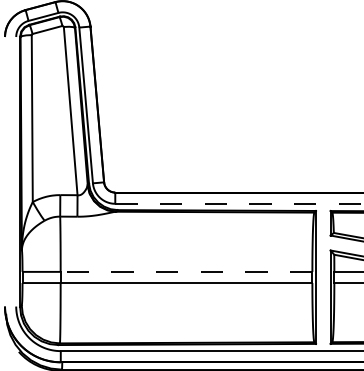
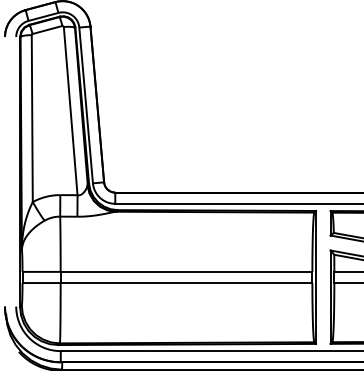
line at (239, 203): dashed -> solid
line at (186, 271): dashed -> solid
